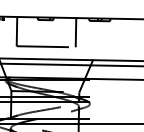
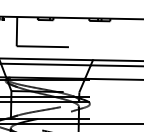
line at (75, 32): present -> none
